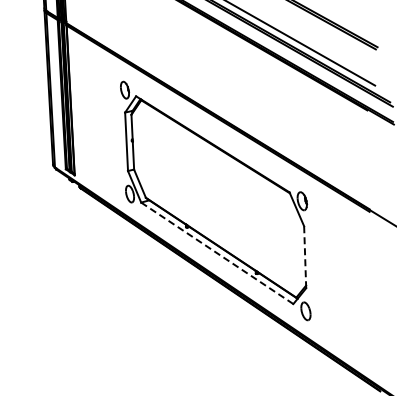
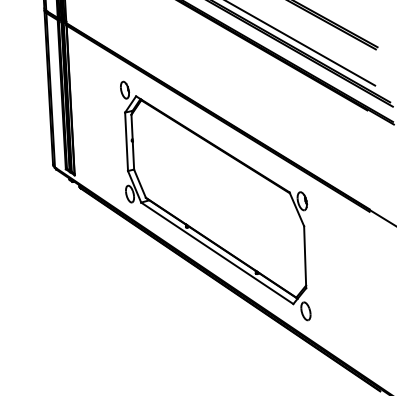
line at (216, 253): dashed -> solid
line at (305, 257): dashed -> solid
